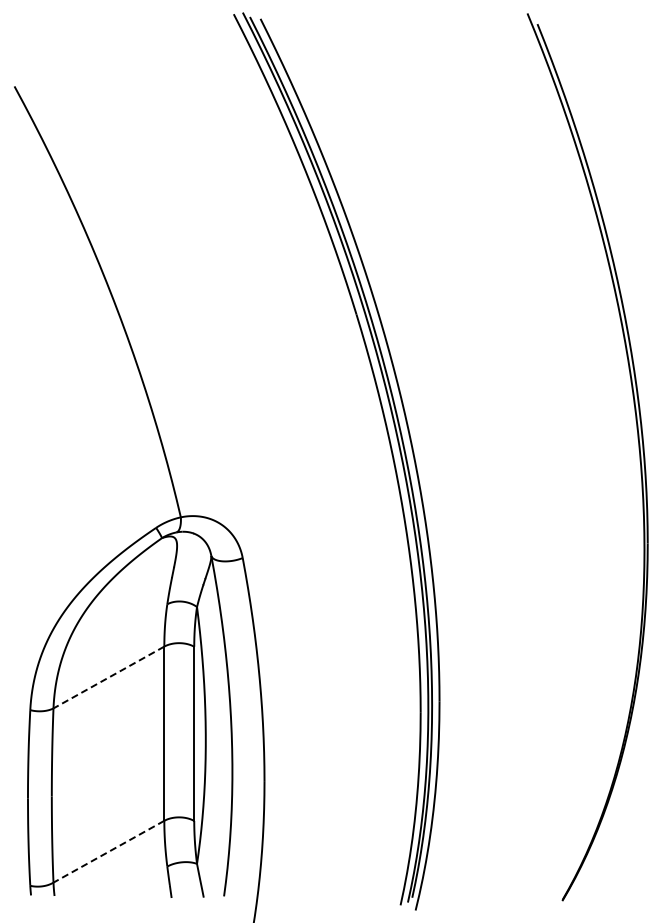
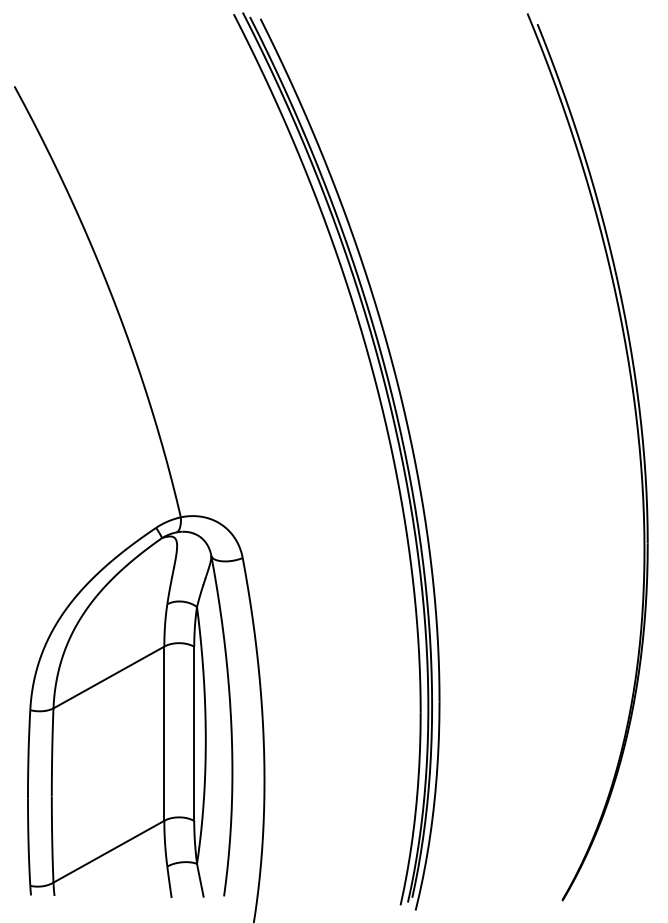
line at (108, 677): dashed -> solid
line at (108, 851): dashed -> solid
